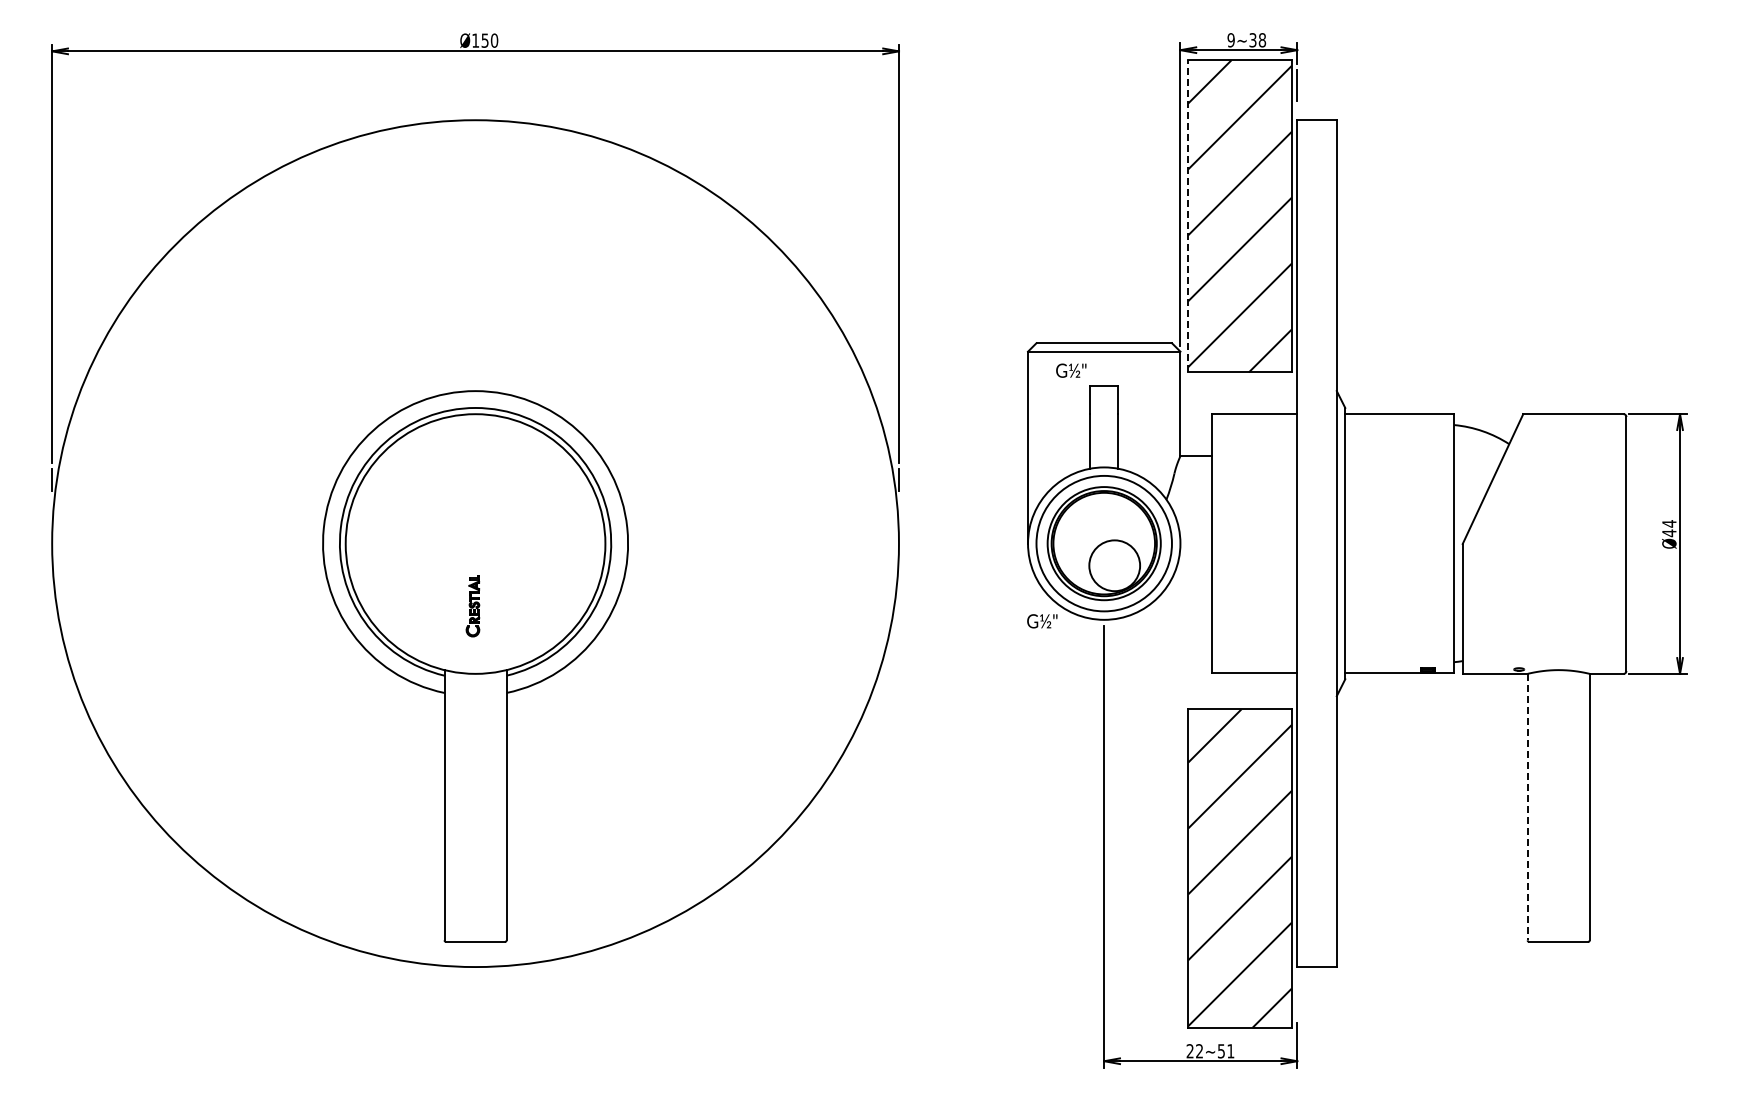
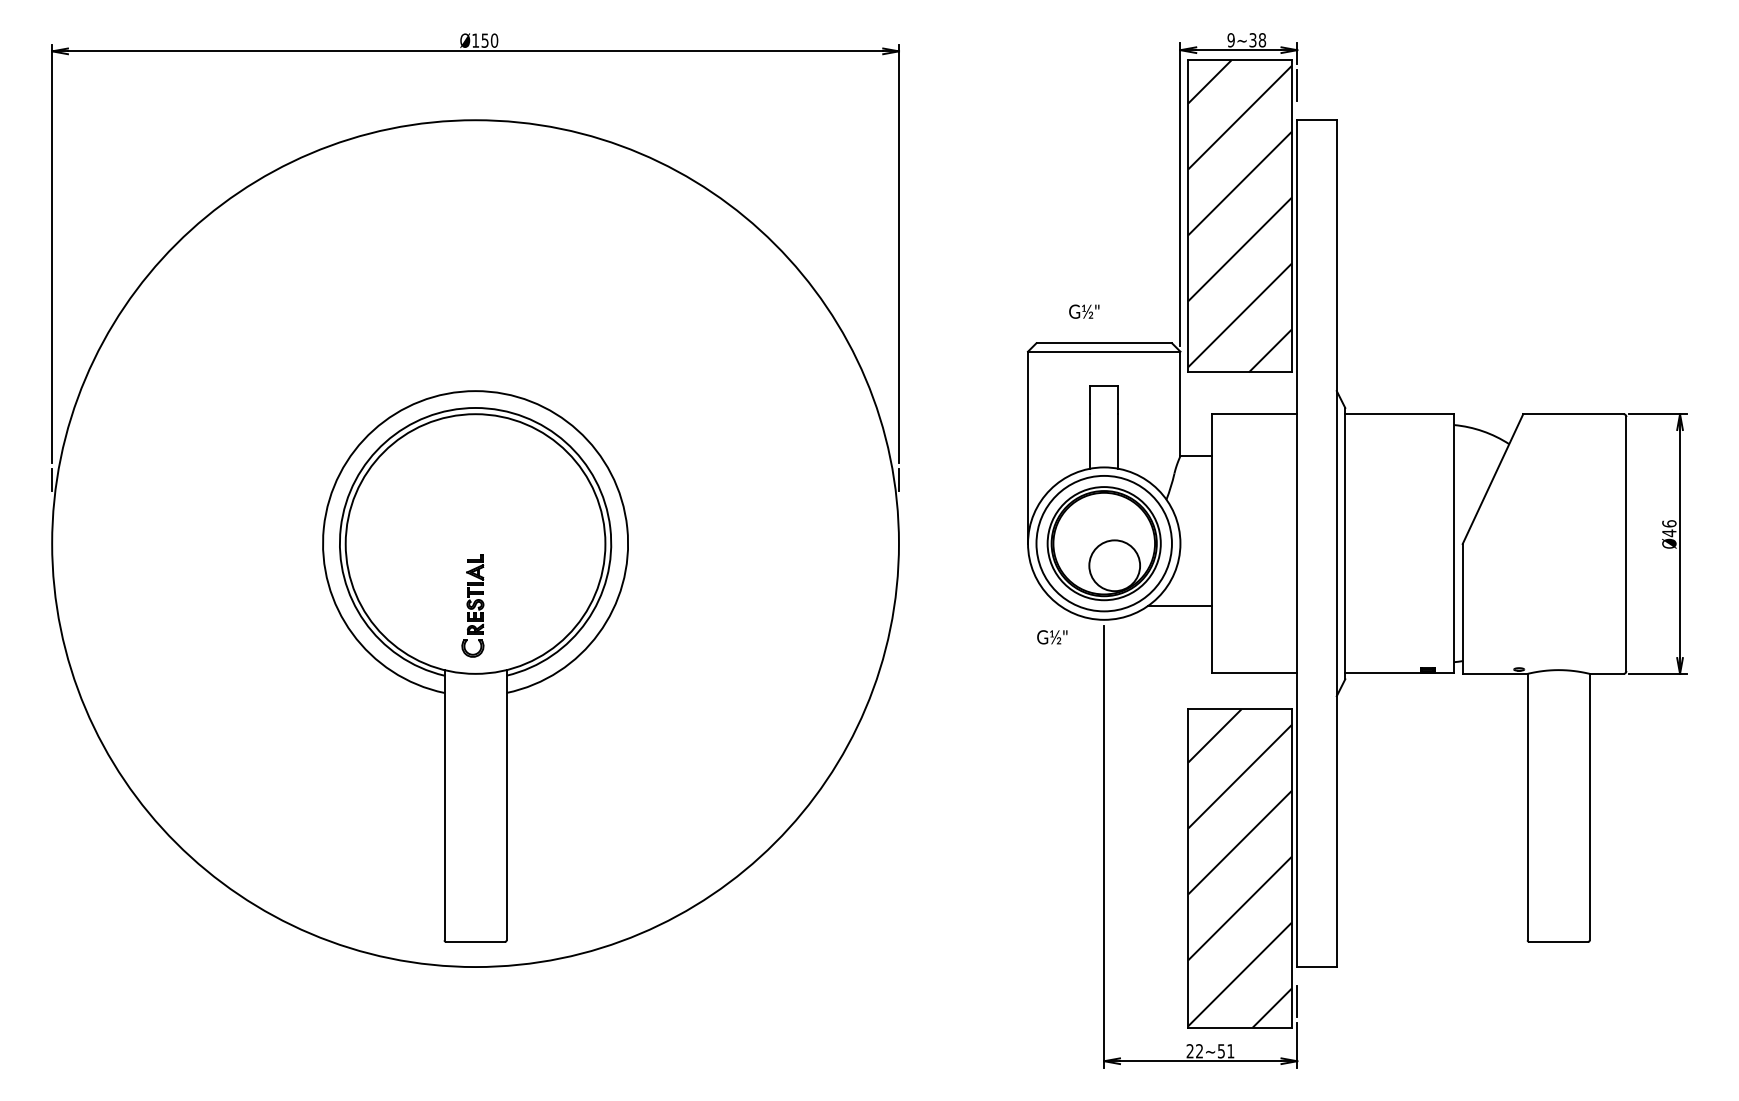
line at (1188, 215): dashed -> solid
text at (1071, 370) position: (1071, 370) -> (1084, 311)
text at (1669, 523): Ø44 -> Ø46
line at (1179, 605): none -> present
part at (472, 606) size: 16x63 px -> 24x104 px
text at (1042, 621) position: (1042, 621) -> (1052, 637)
line at (1527, 807): dashed -> solid
line at (1297, 1001): none -> present
